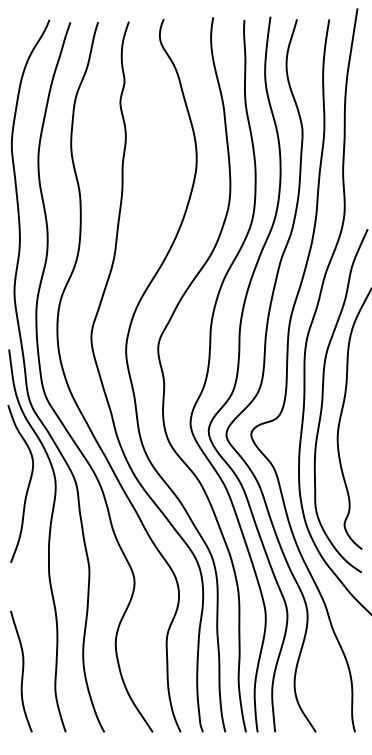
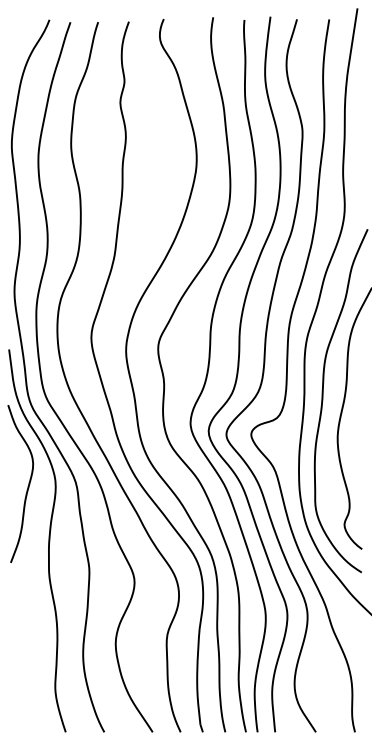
curve at (22, 671): present -> none
